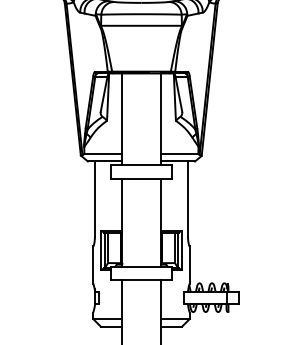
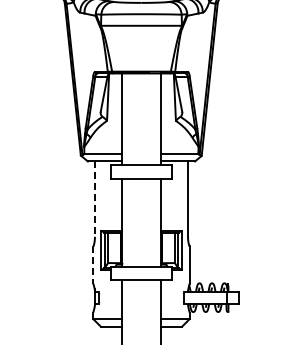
line at (94, 199): solid -> dashed
line at (93, 265): solid -> dashed
